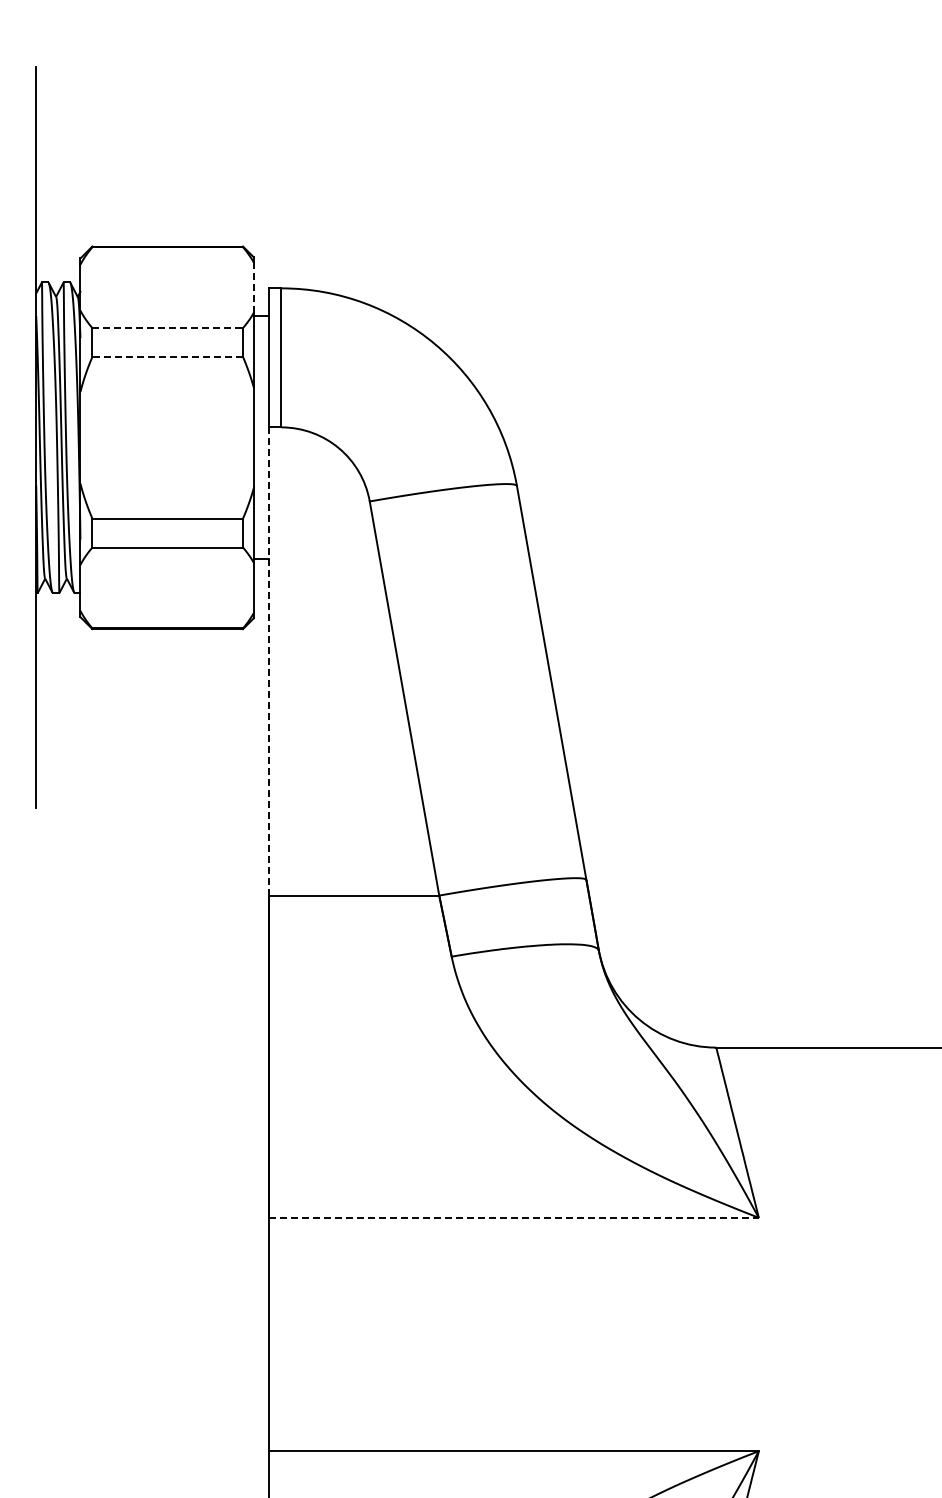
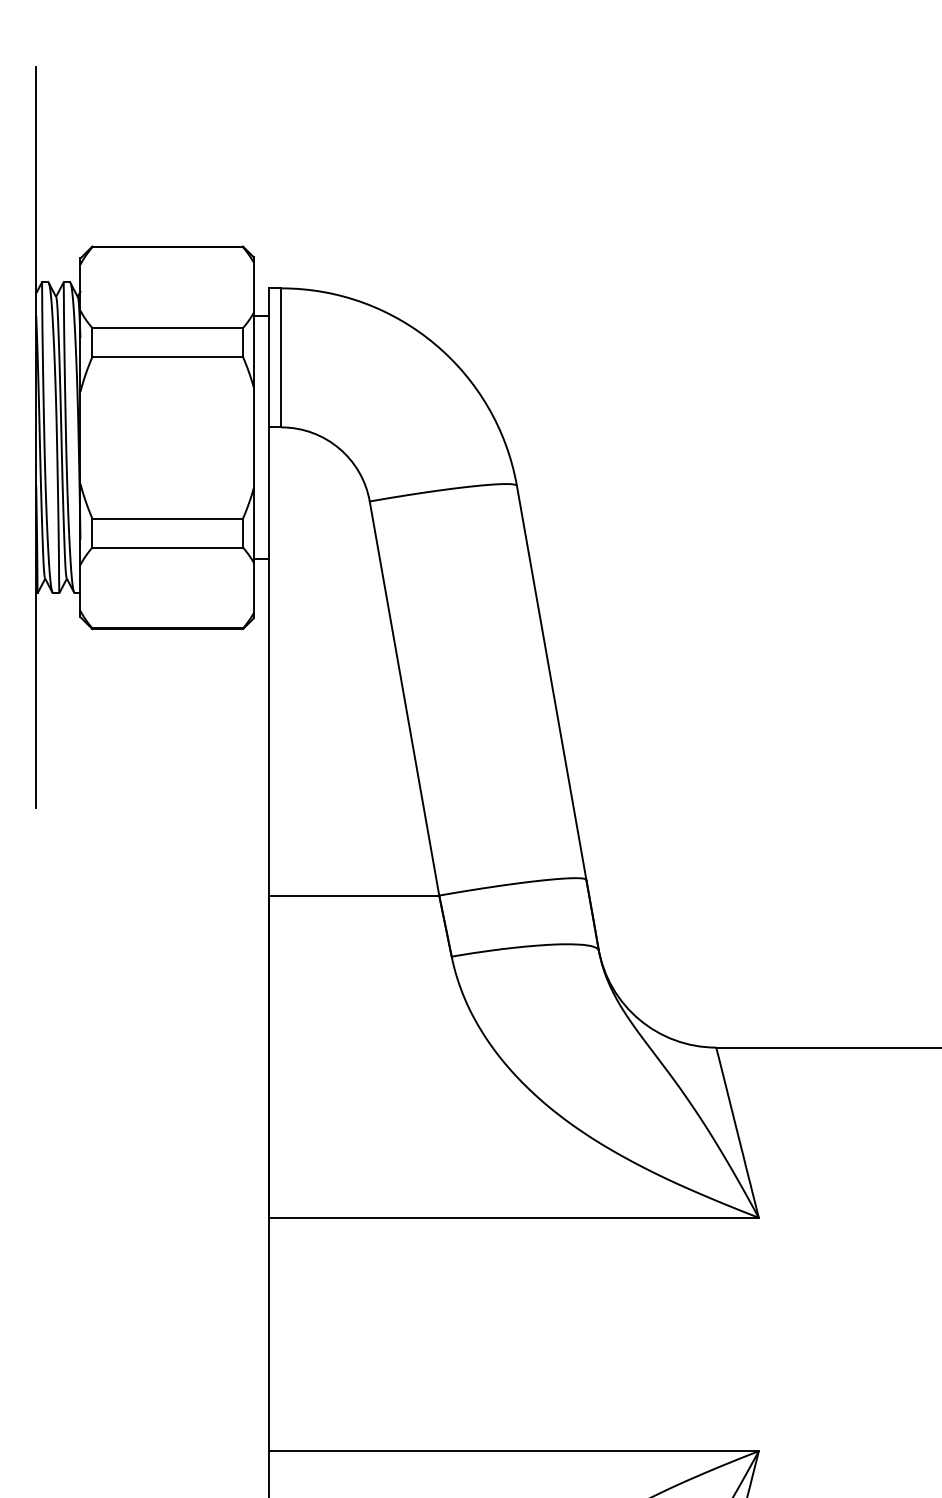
line at (253, 288): dashed -> solid
line at (168, 328): dashed -> solid
line at (167, 356): dashed -> solid
line at (269, 661): dashed -> solid
line at (514, 1217): dashed -> solid
